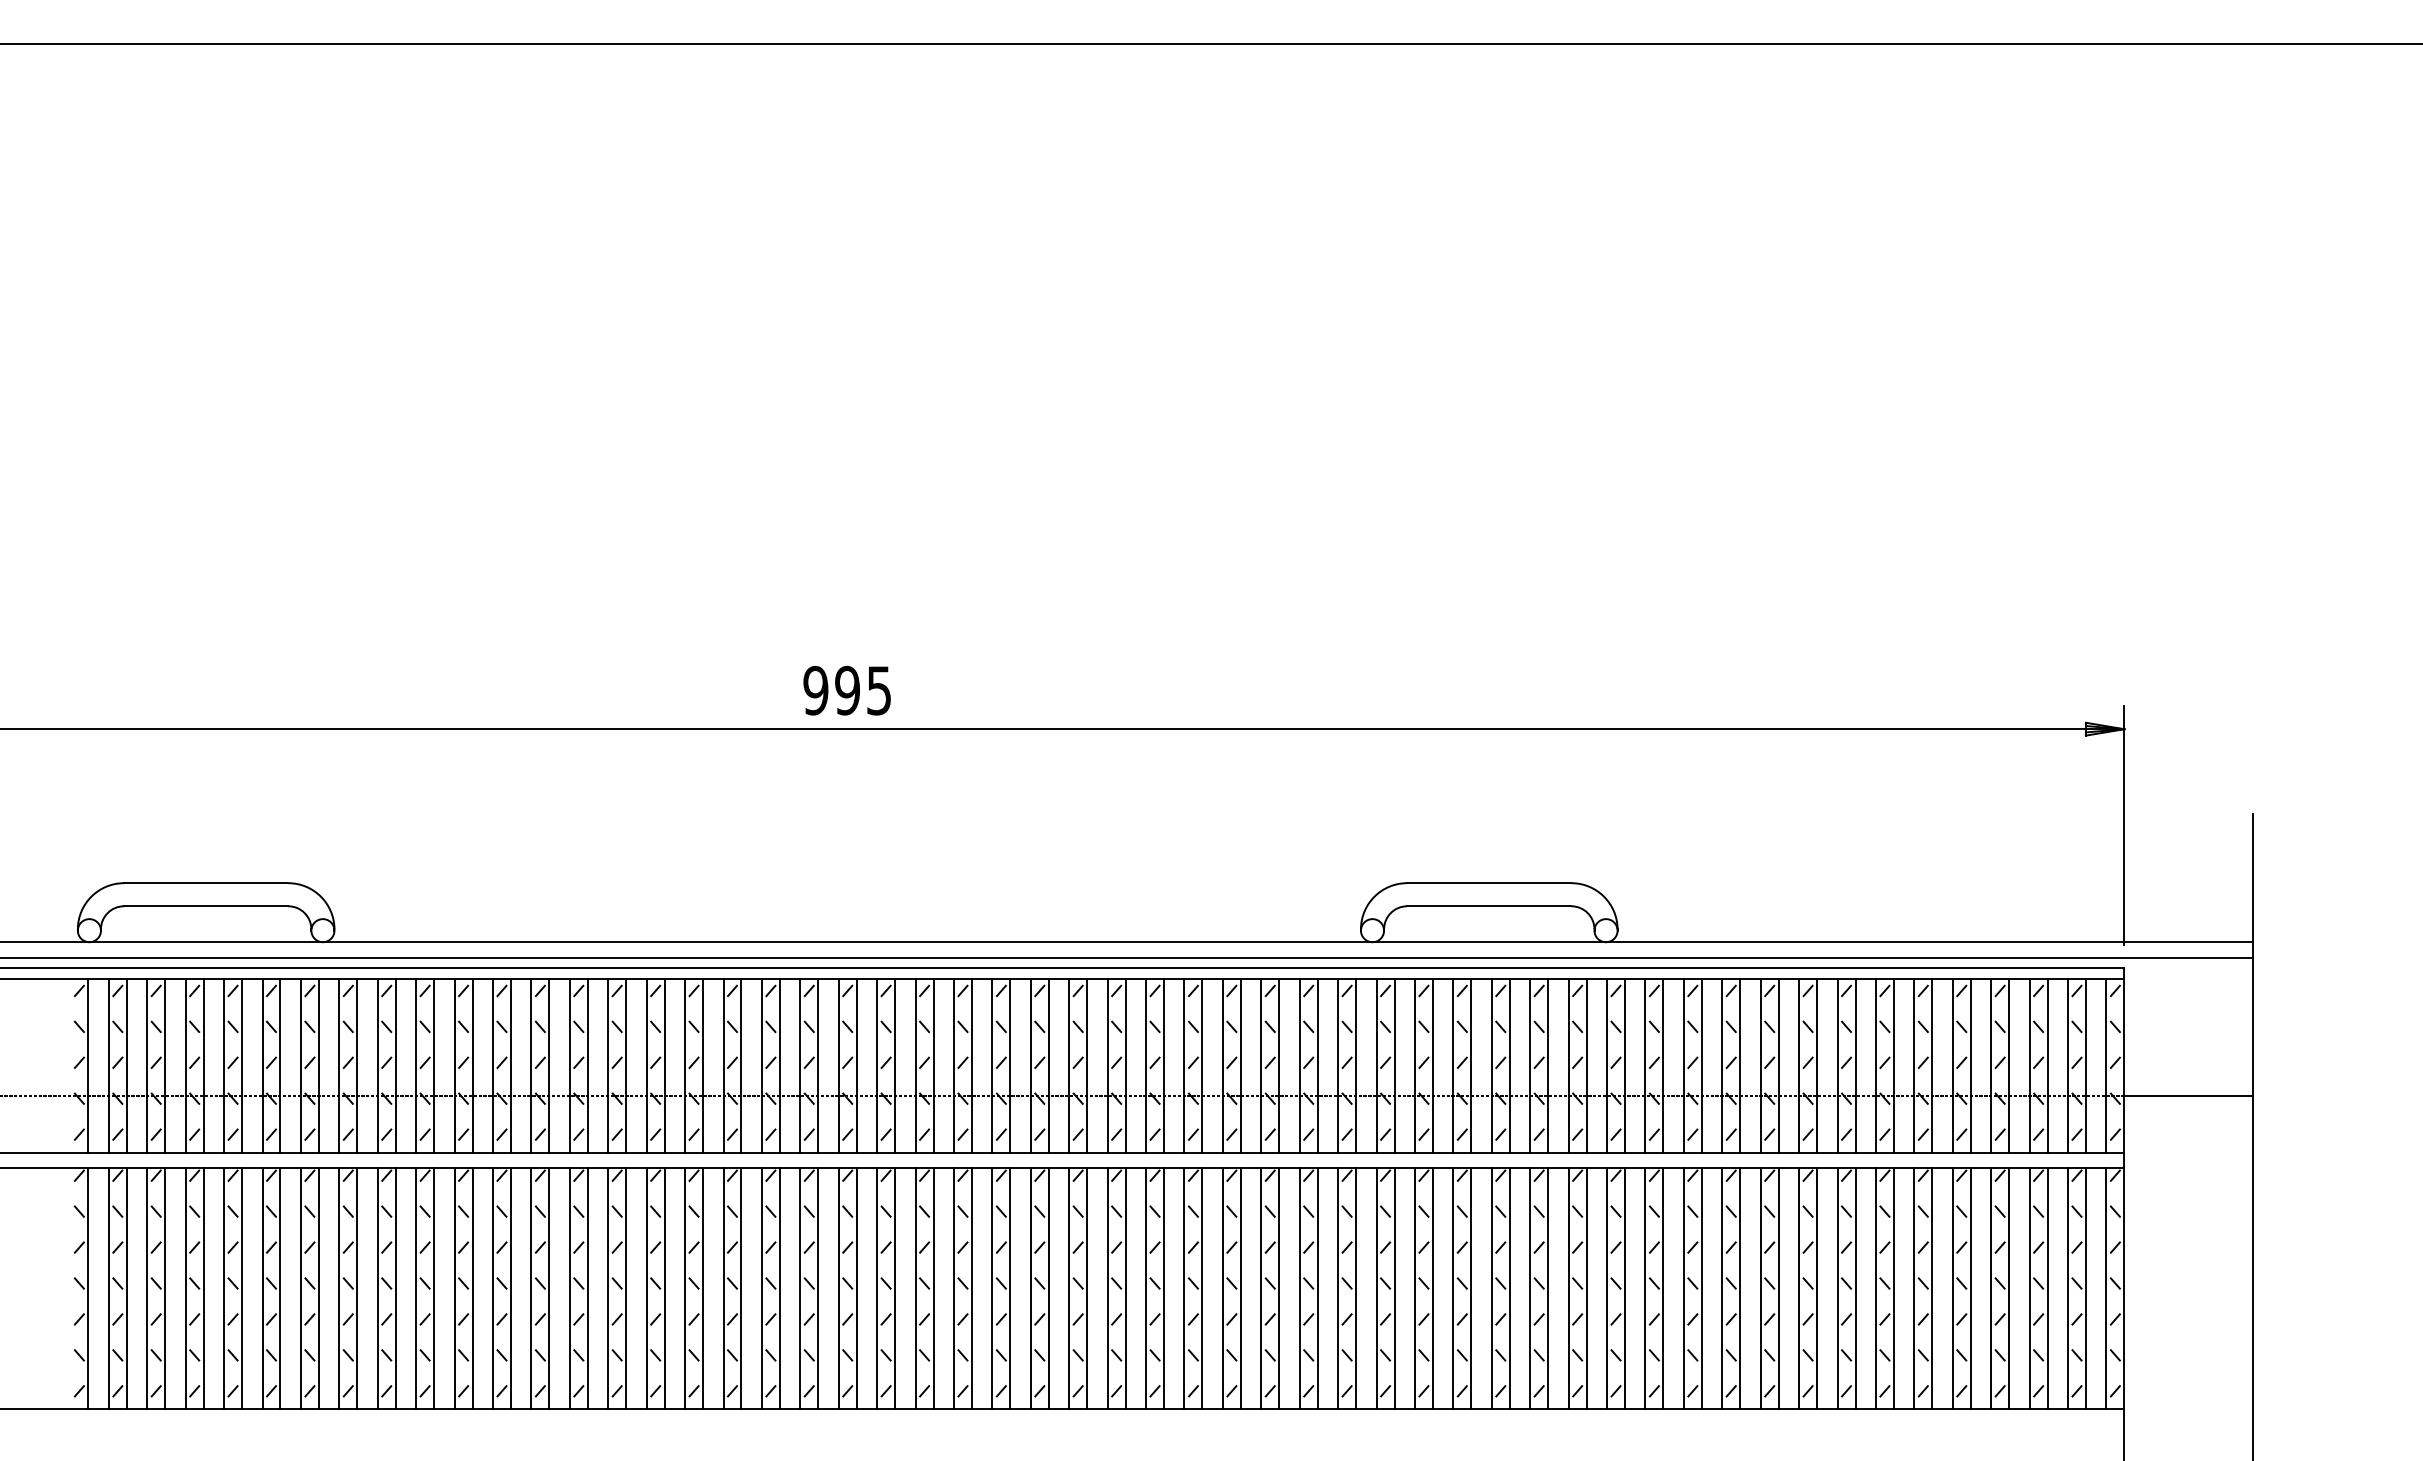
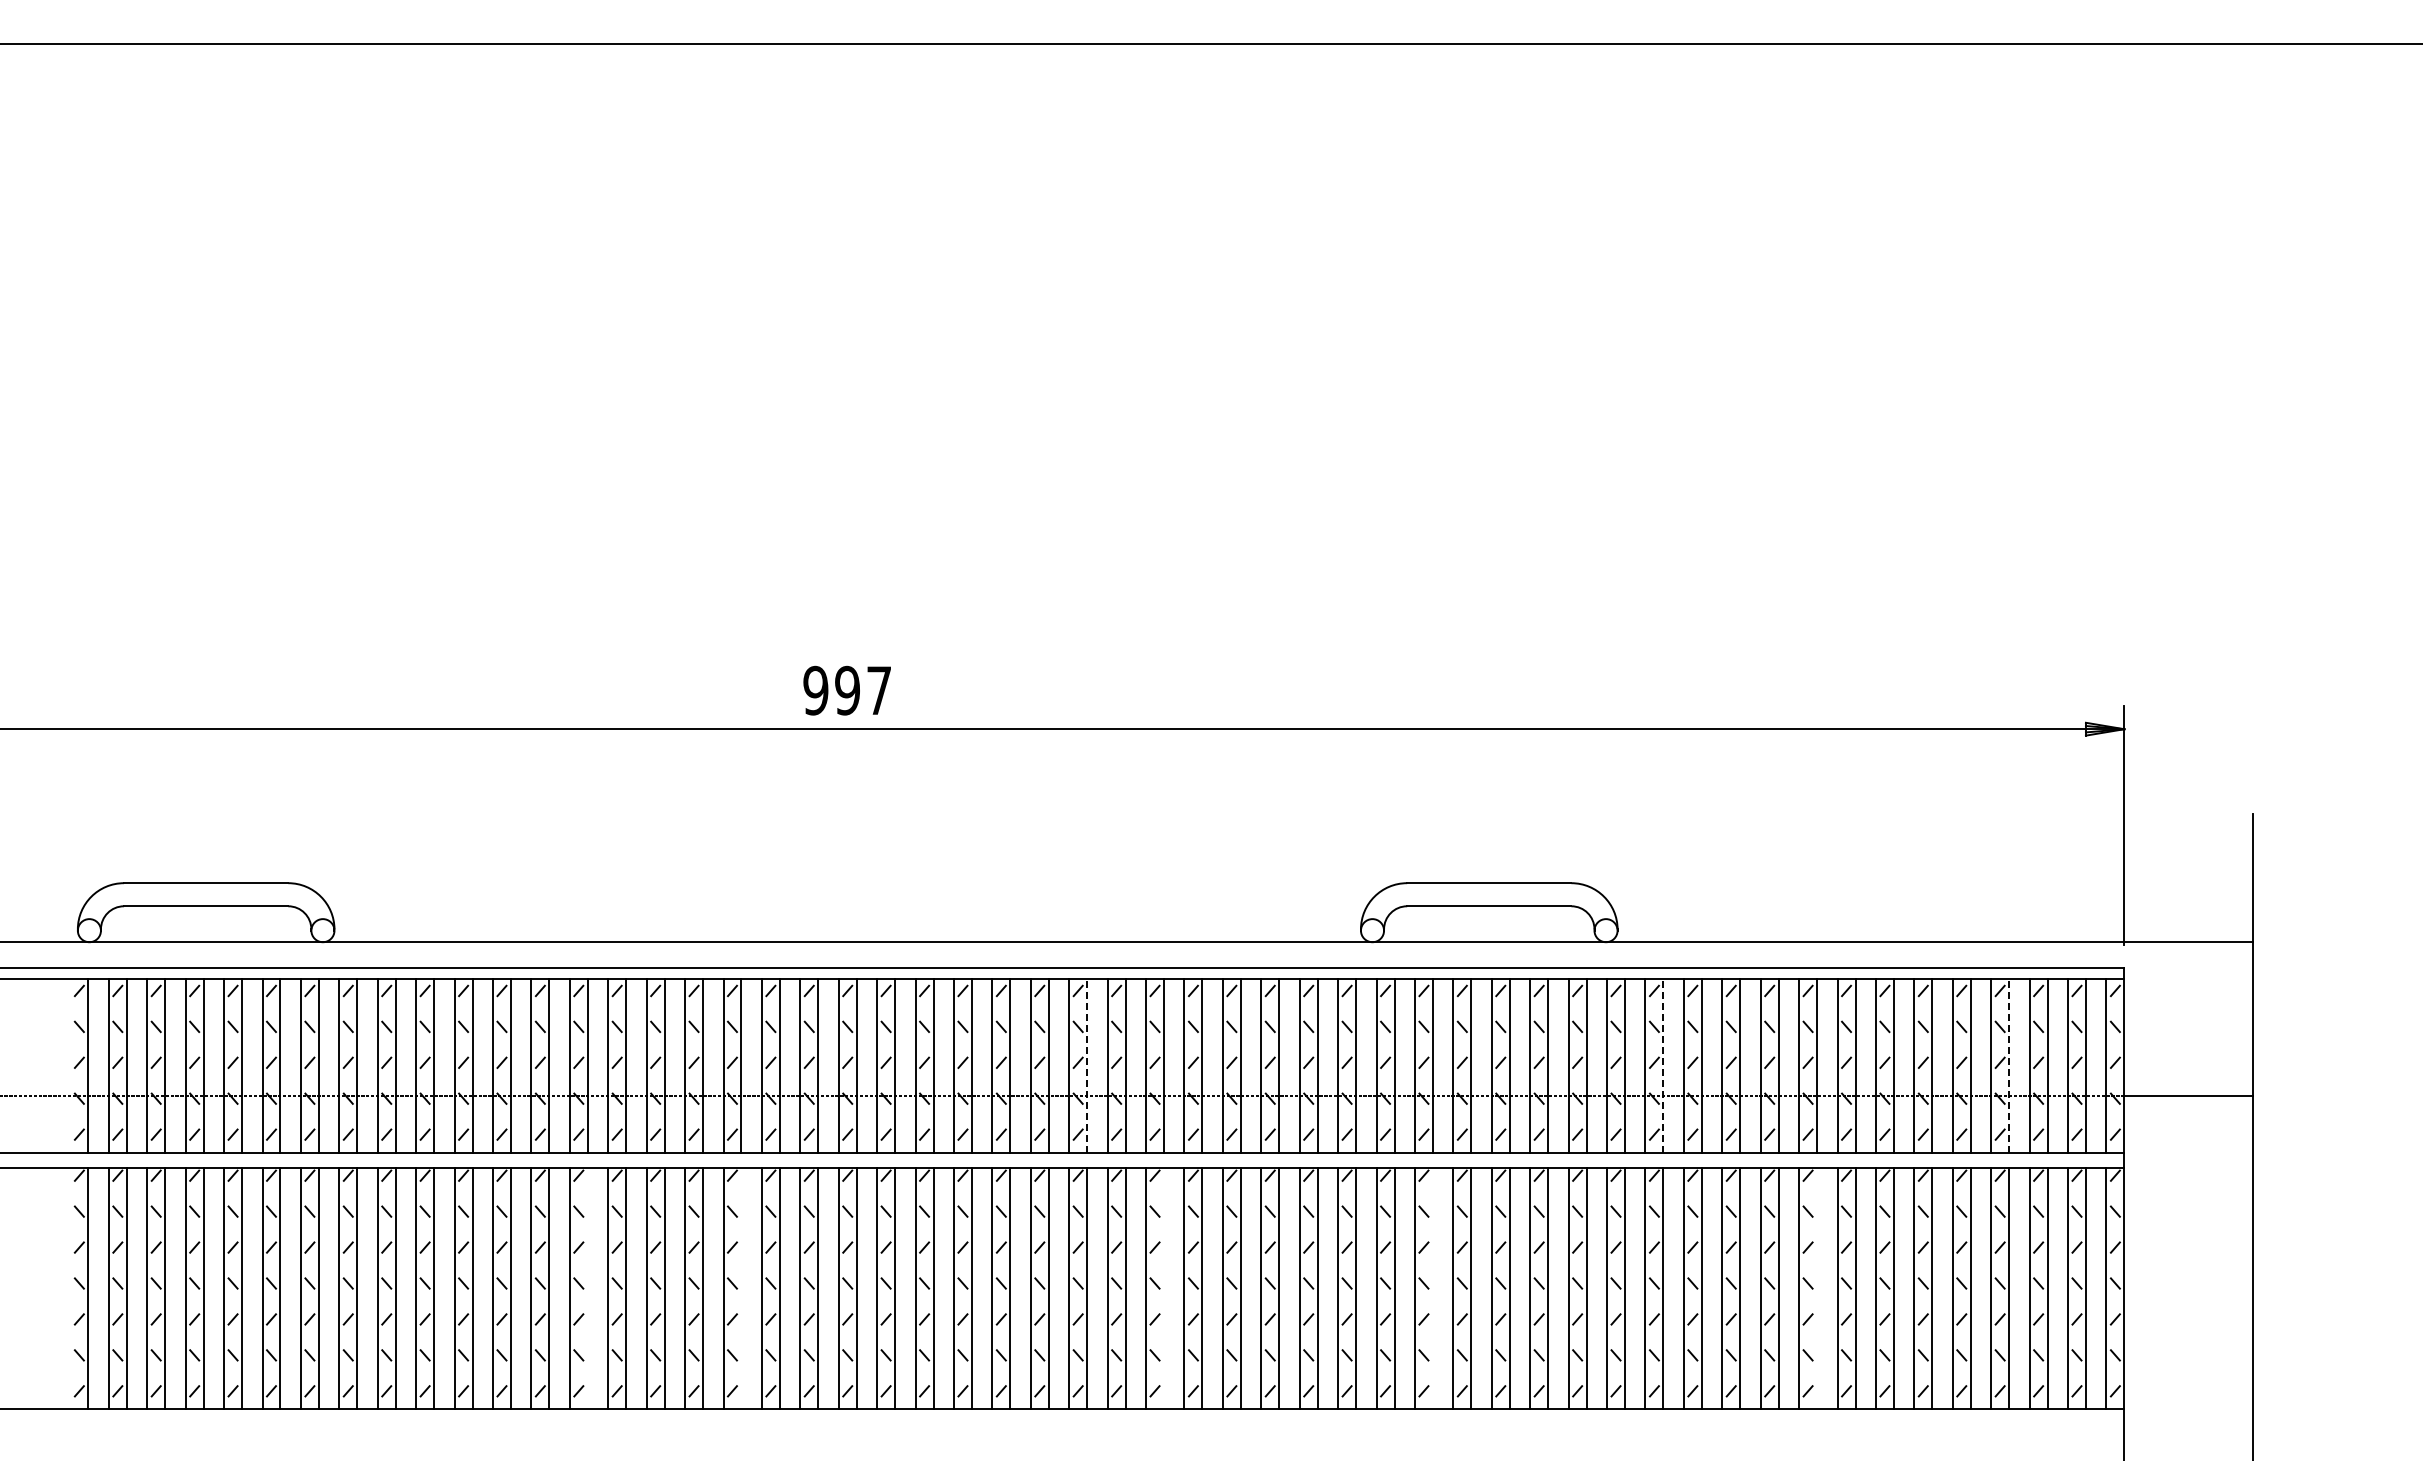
text at (878, 690): 995 -> 997
line at (1127, 957): present -> none
line at (1087, 1066): solid -> dashed
line at (1663, 1066): solid -> dashed
line at (2009, 1066): solid -> dashed
line at (587, 1288): present -> none
line at (741, 1288): present -> none
line at (1164, 1288): present -> none
line at (1432, 1288): present -> none
line at (1817, 1288): present -> none
